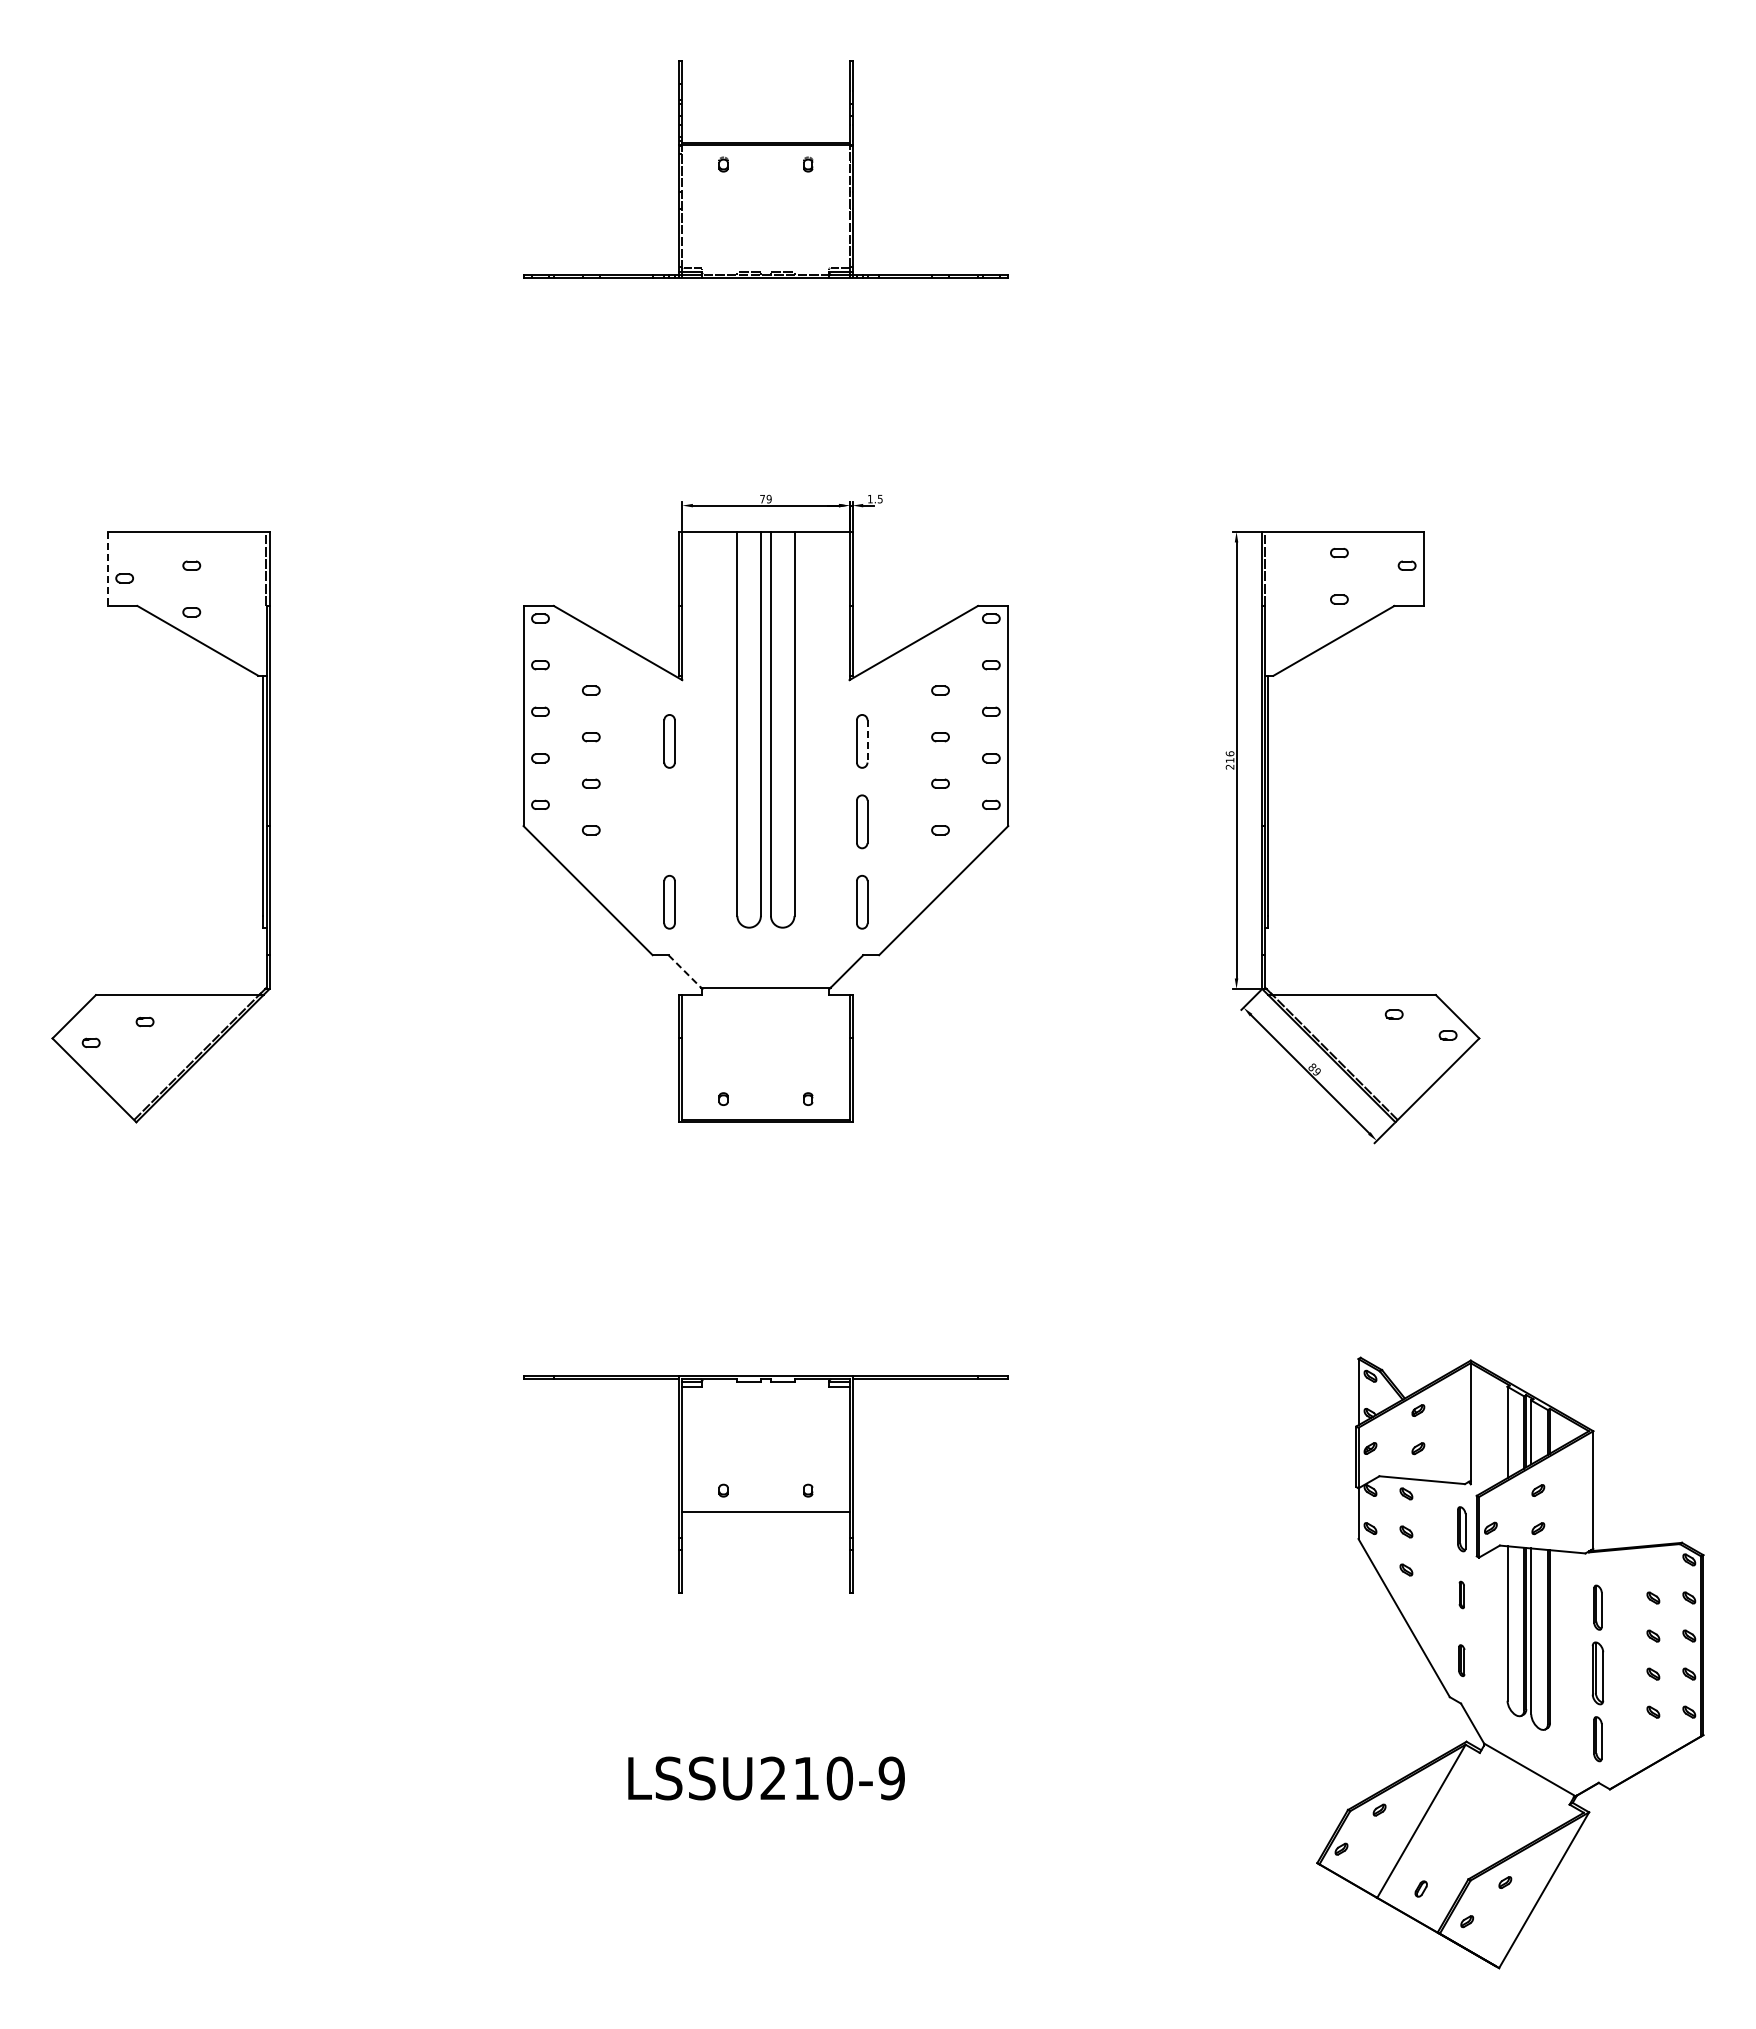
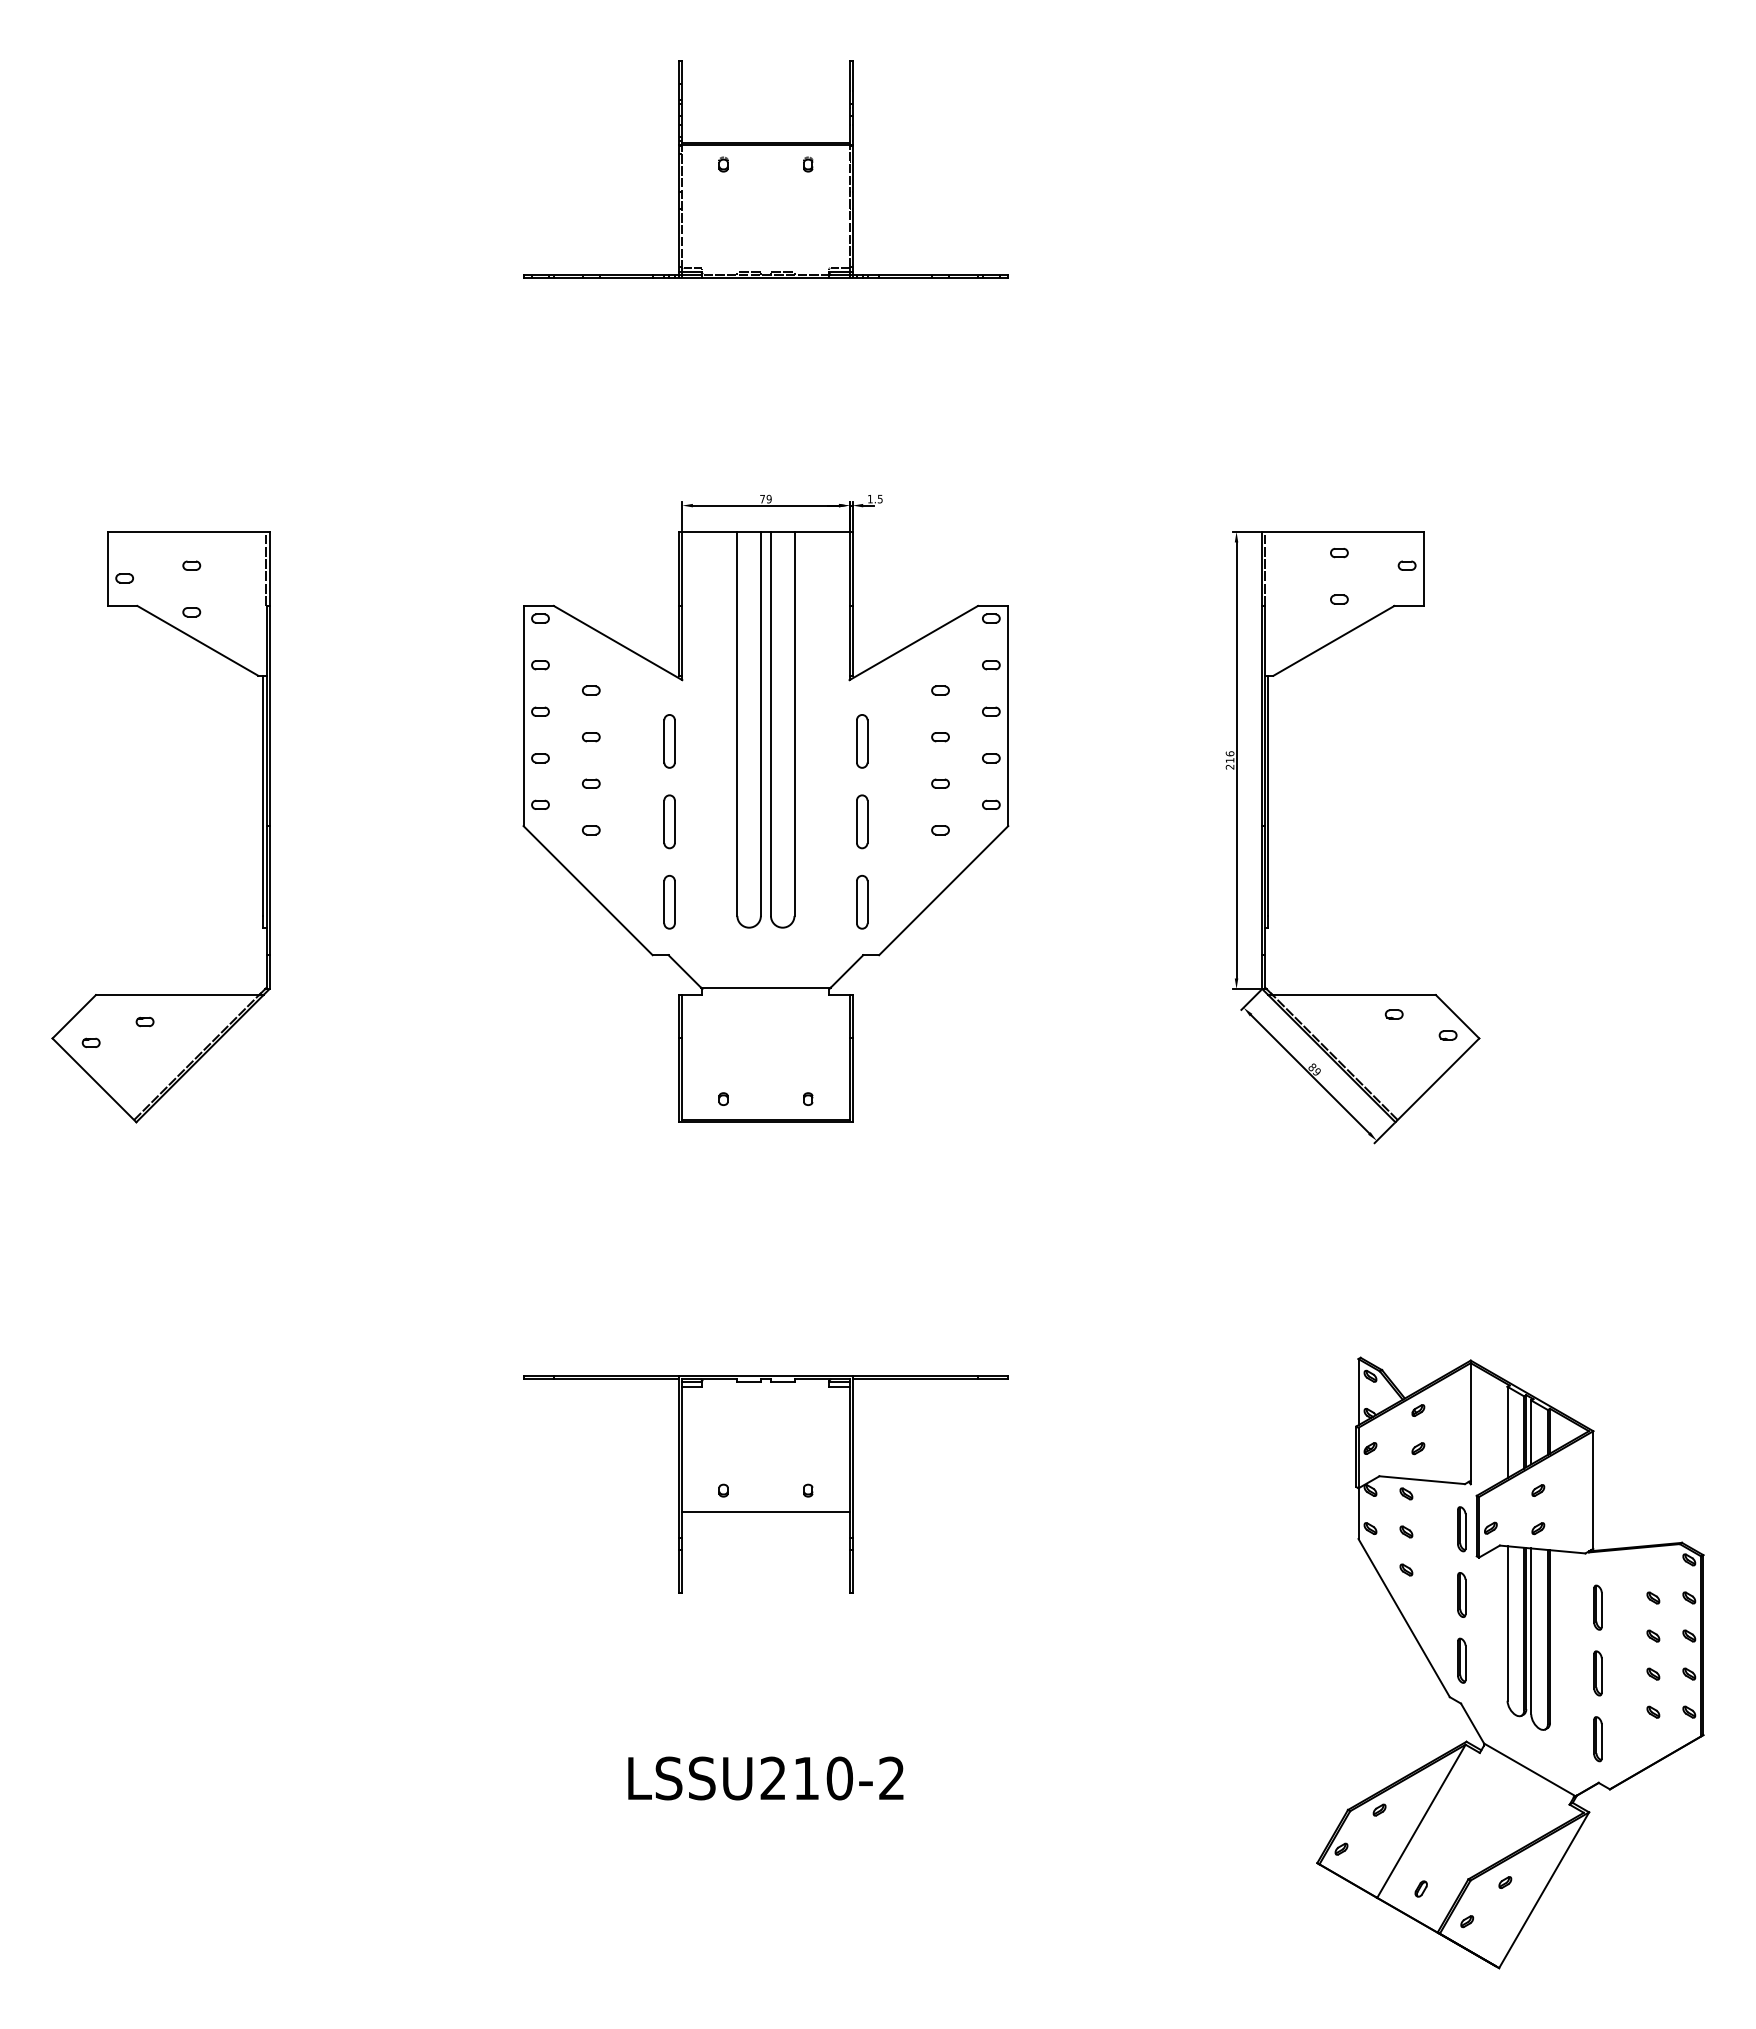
line at (107, 569): dashed -> solid
line at (867, 741): dashed -> solid
part at (669, 821): none -> present
line at (685, 971): dashed -> solid
part at (1461, 1594) size: 7x30 px -> 10x46 px
part at (1461, 1660) size: 8x33 px -> 10x47 px
part at (1597, 1673) size: 14x65 px -> 10x47 px
text at (891, 1778): LSSU210-9 -> LSSU210-2
